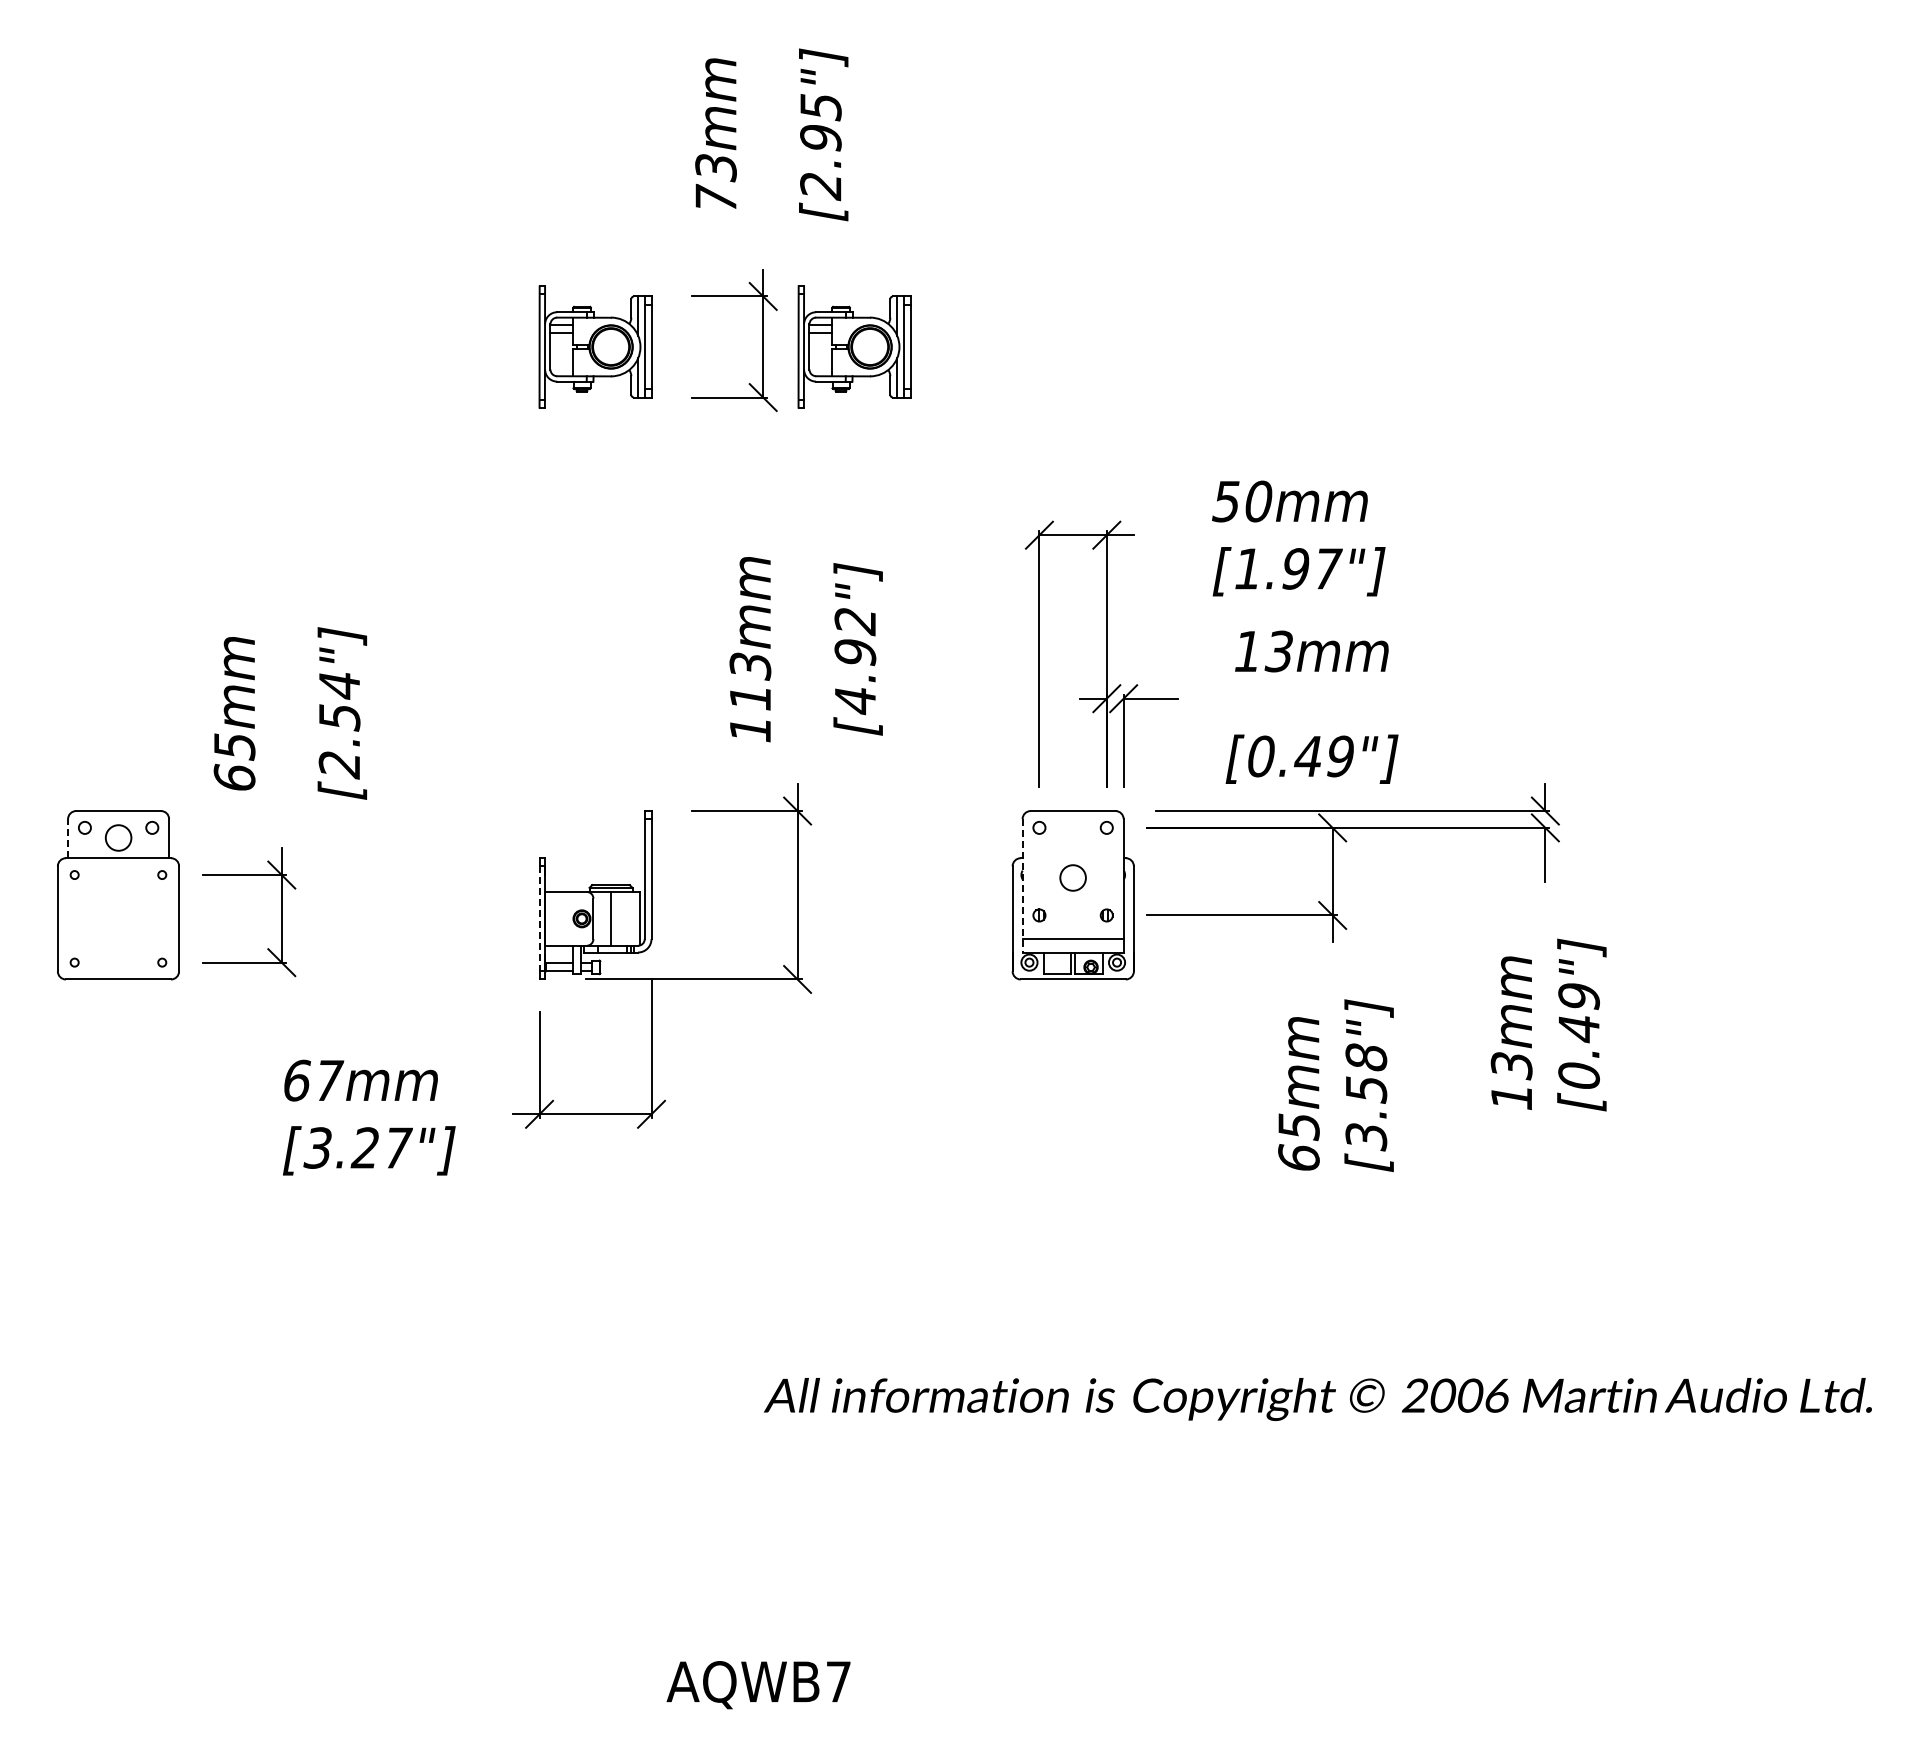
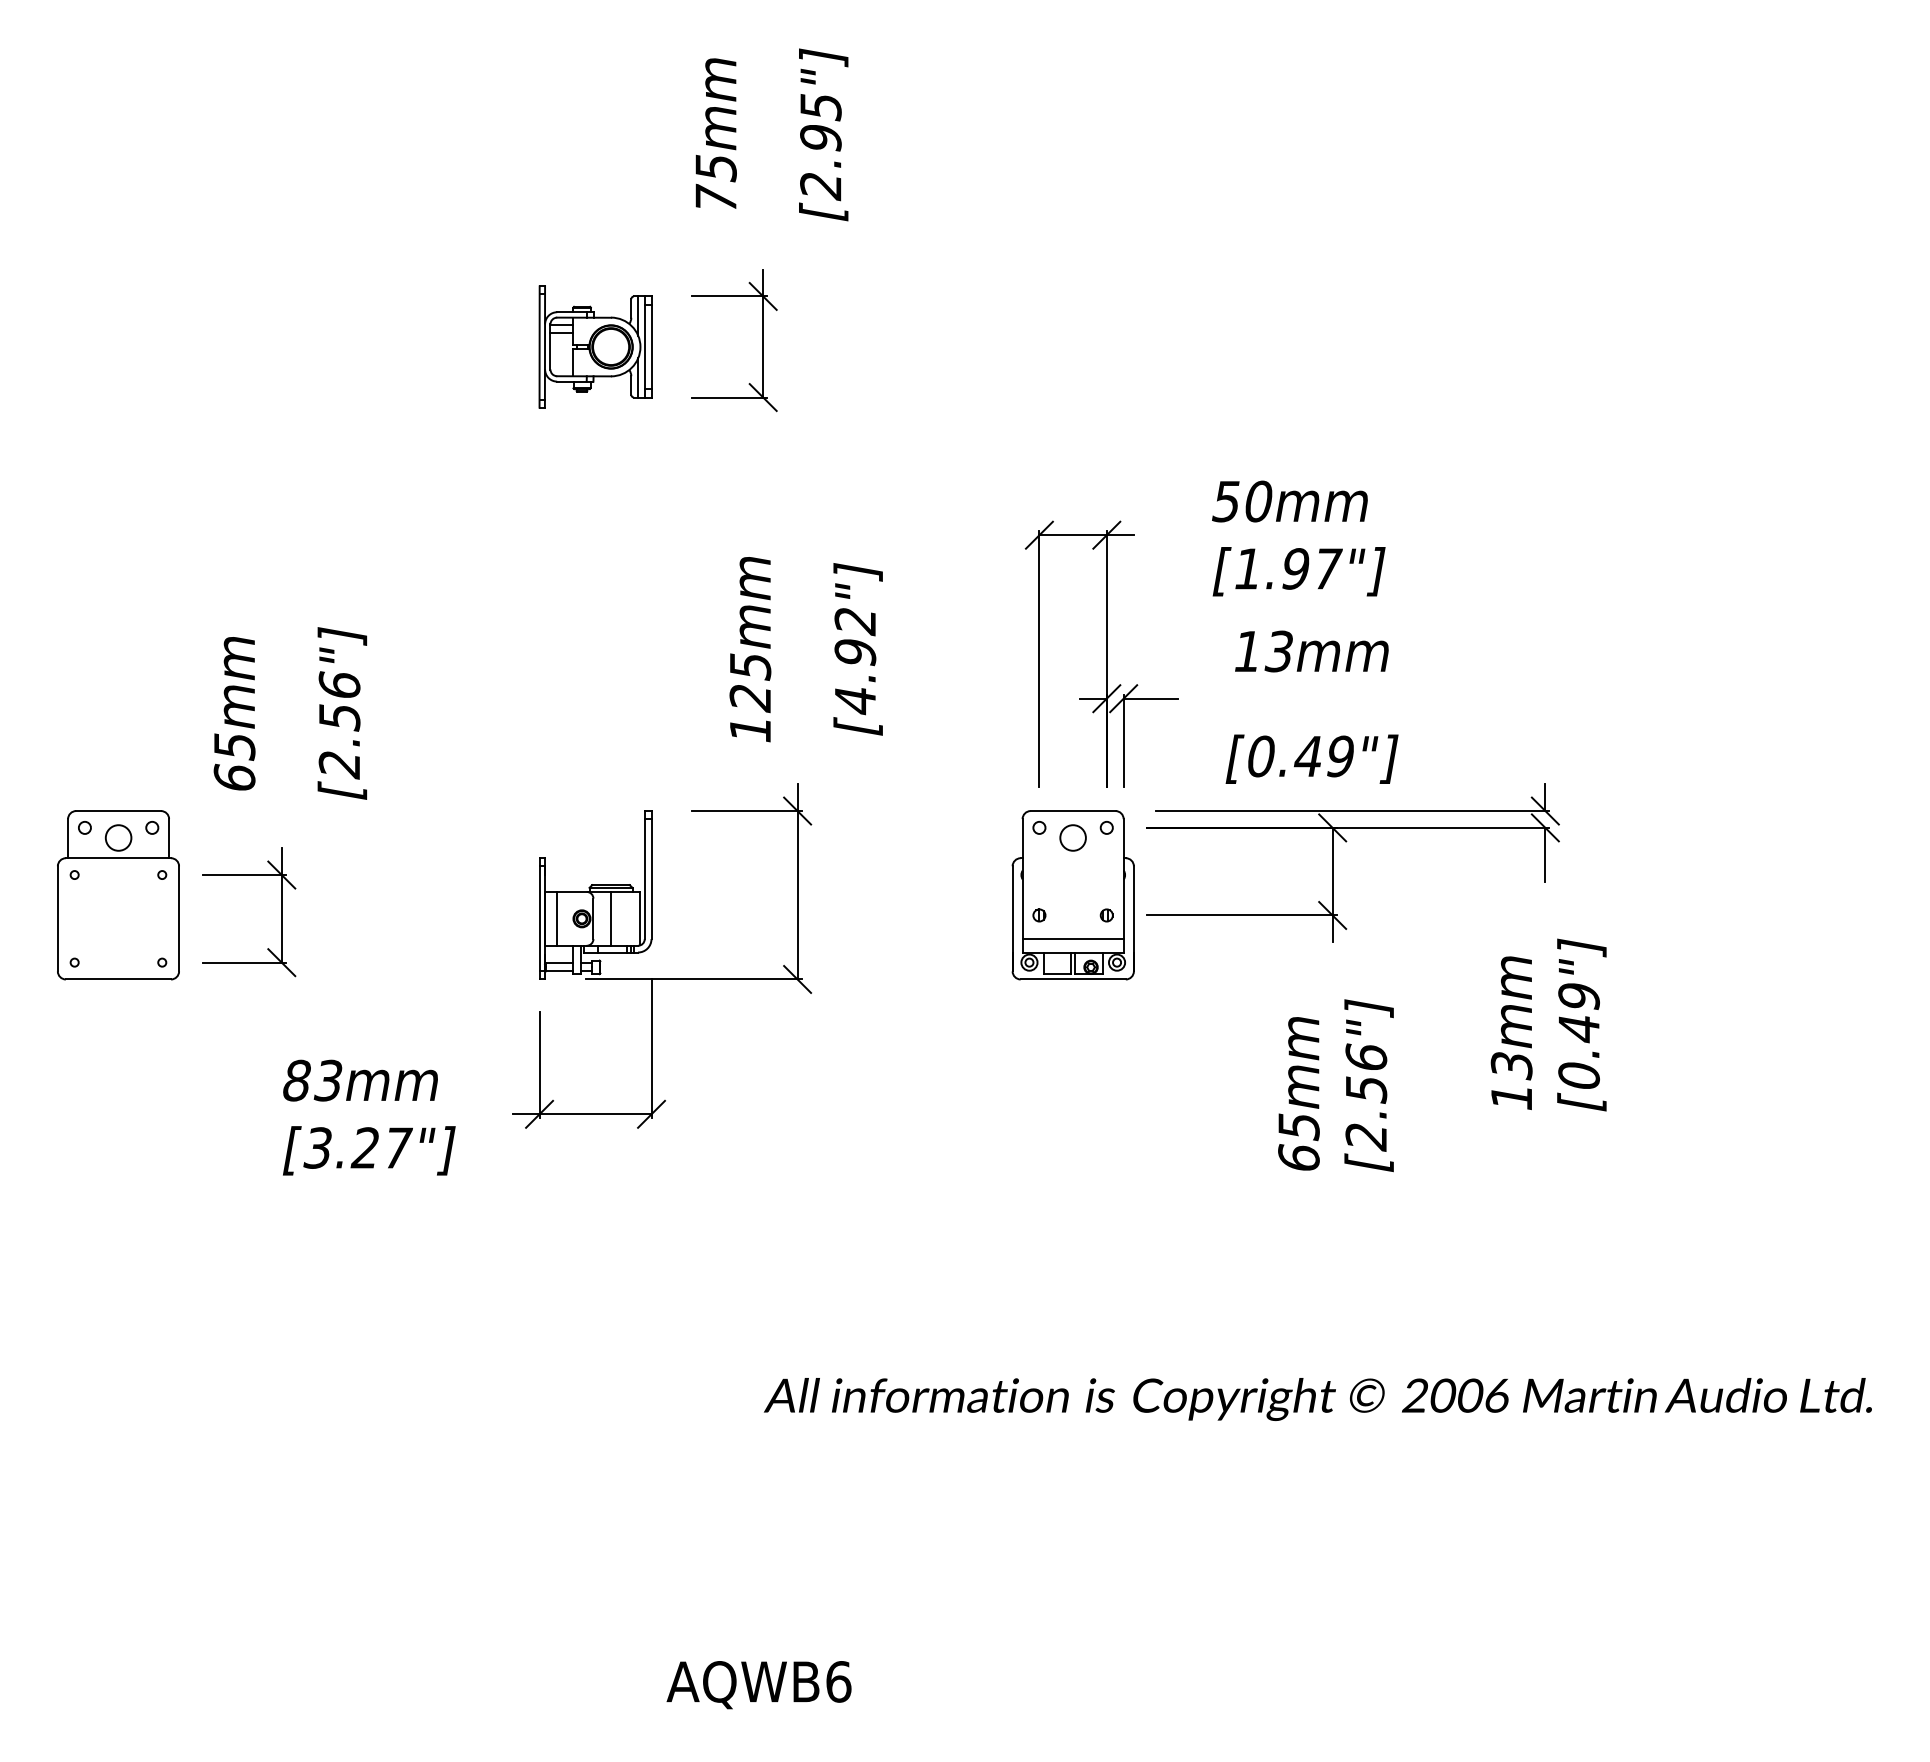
text at (715, 168): 73mm -> 75mm
part at (854, 346): present -> none
text at (749, 682): 113mm -> 125mm
text at (339, 685): [2.54"] -> [2.56"]
line at (68, 838): dashed -> solid
circle at (1072, 877) position: (1072, 877) -> (1072, 837)
line at (1022, 885): dashed -> solid
line at (539, 918): dashed -> solid
line at (557, 918): none -> present
text at (313, 1080): 67mm -> 83mm
text at (1366, 1097): [3.58"] -> [2.56"]
text at (838, 1681): AQWB7 -> AQWB6
